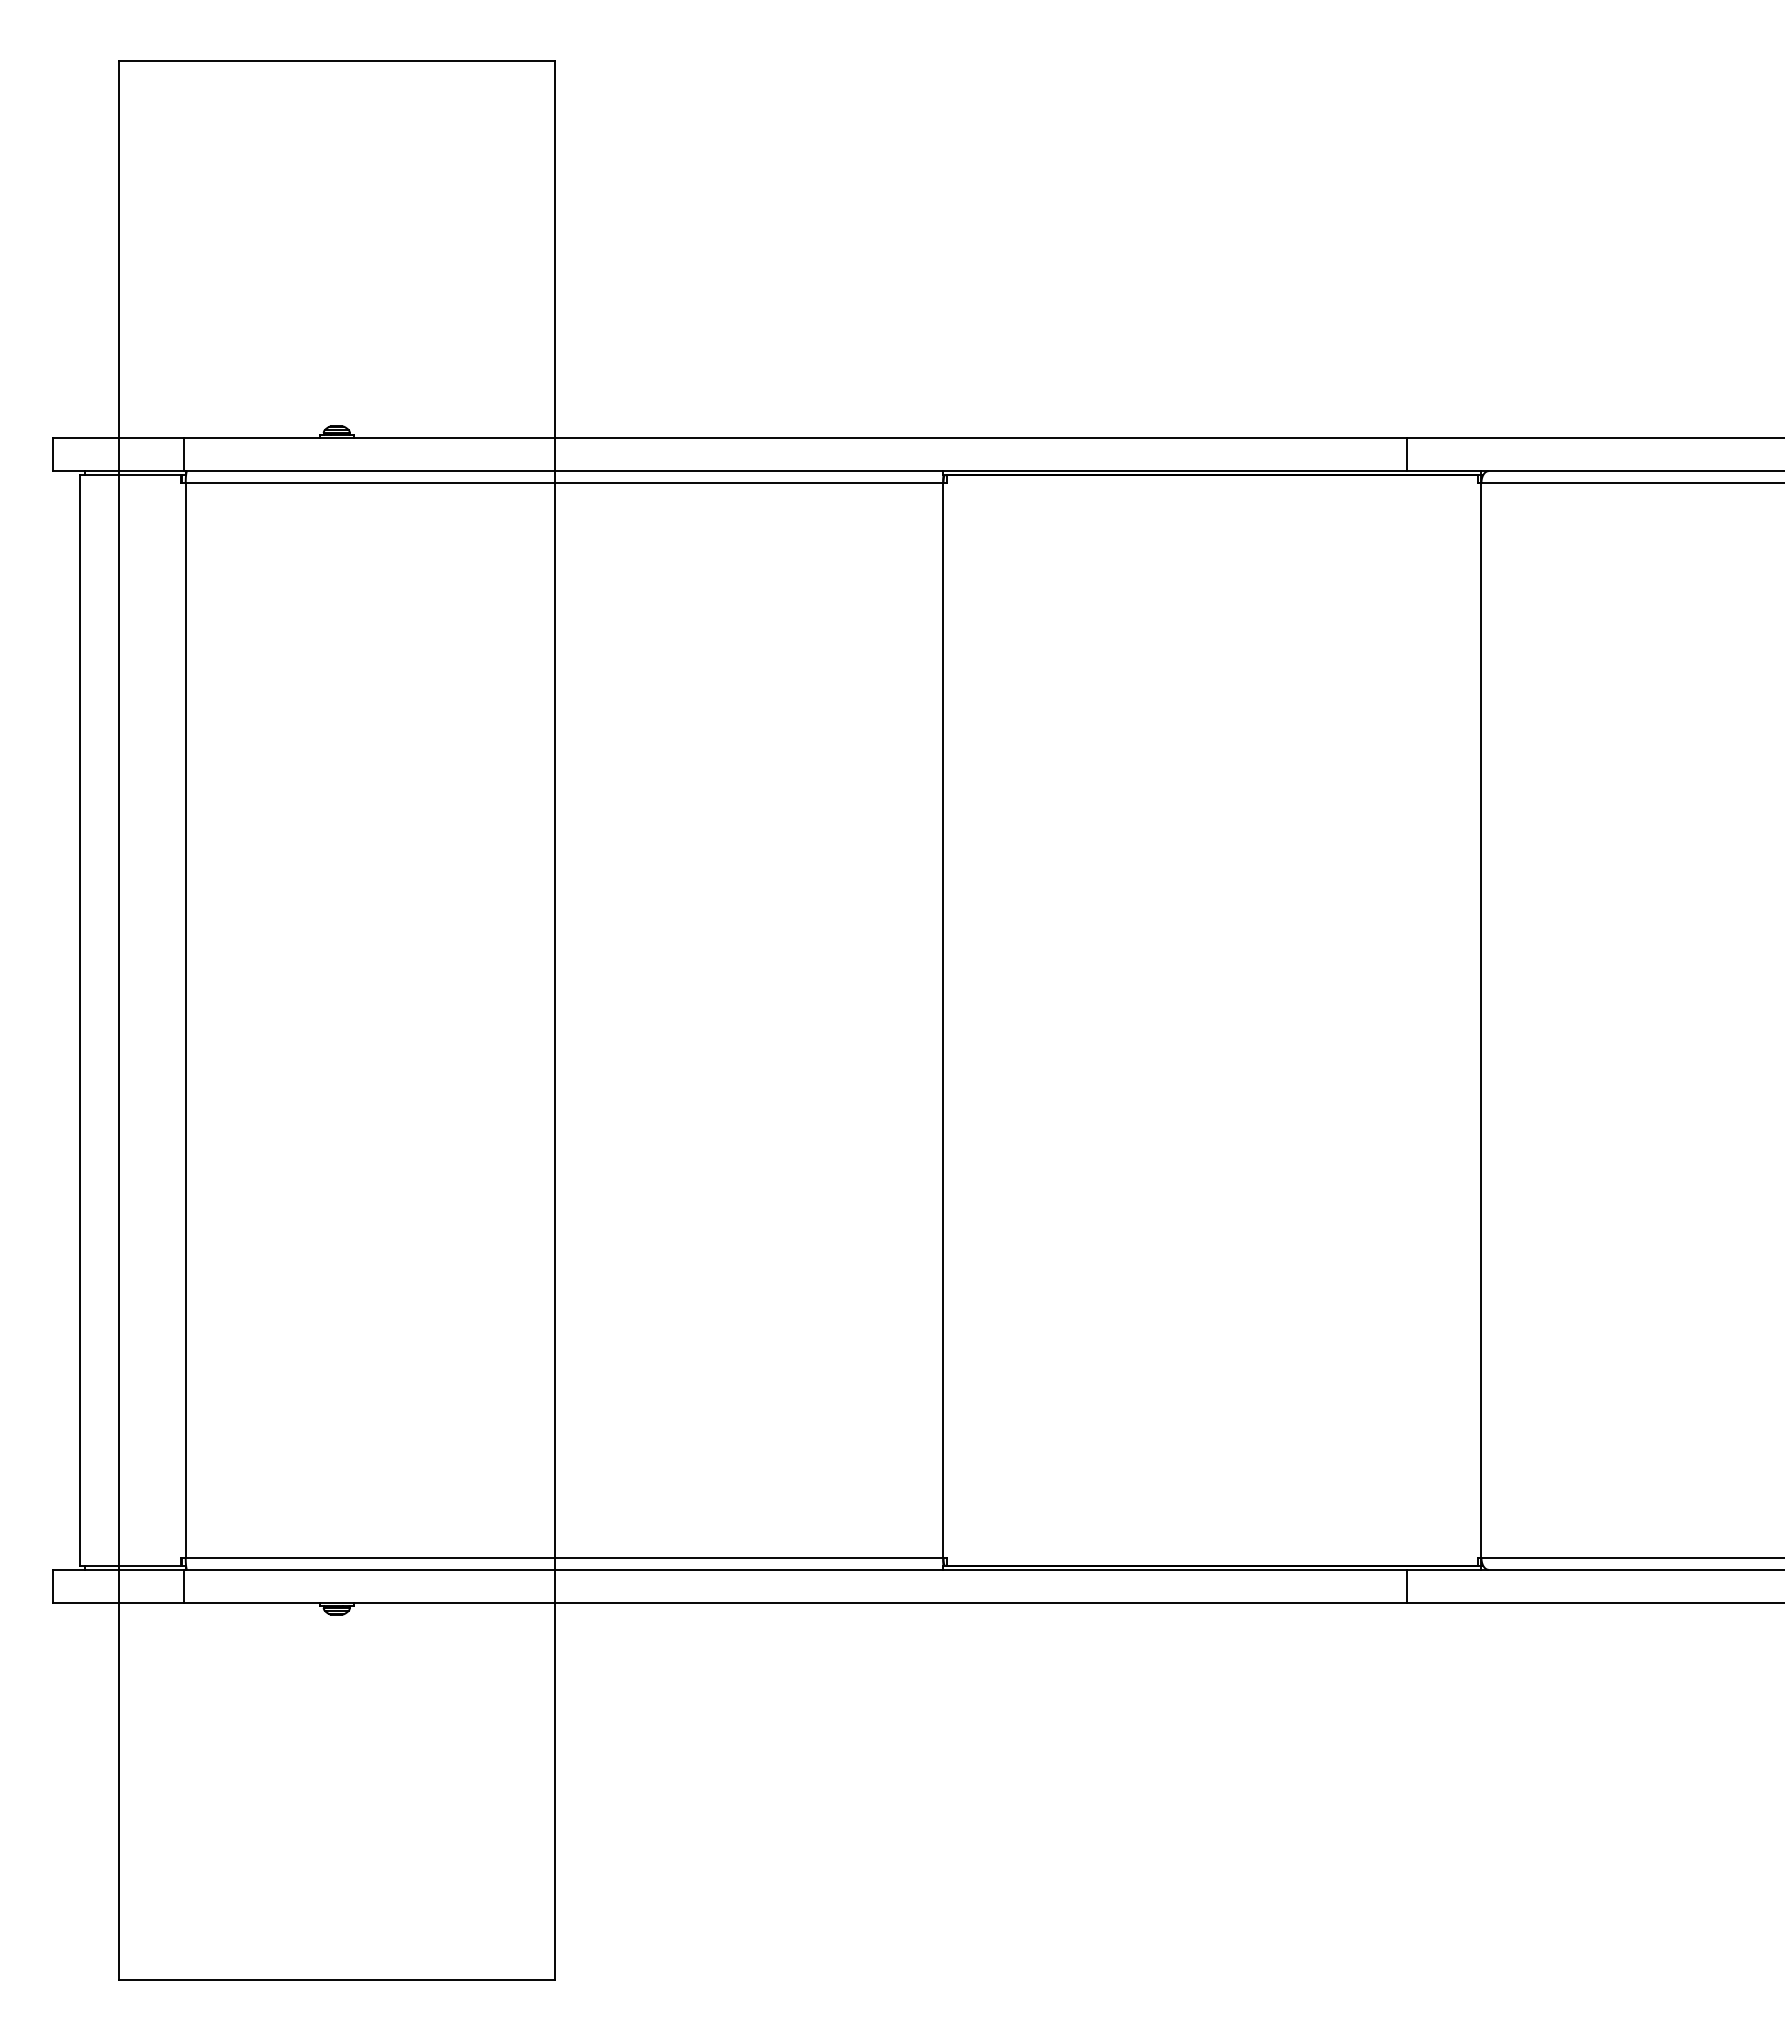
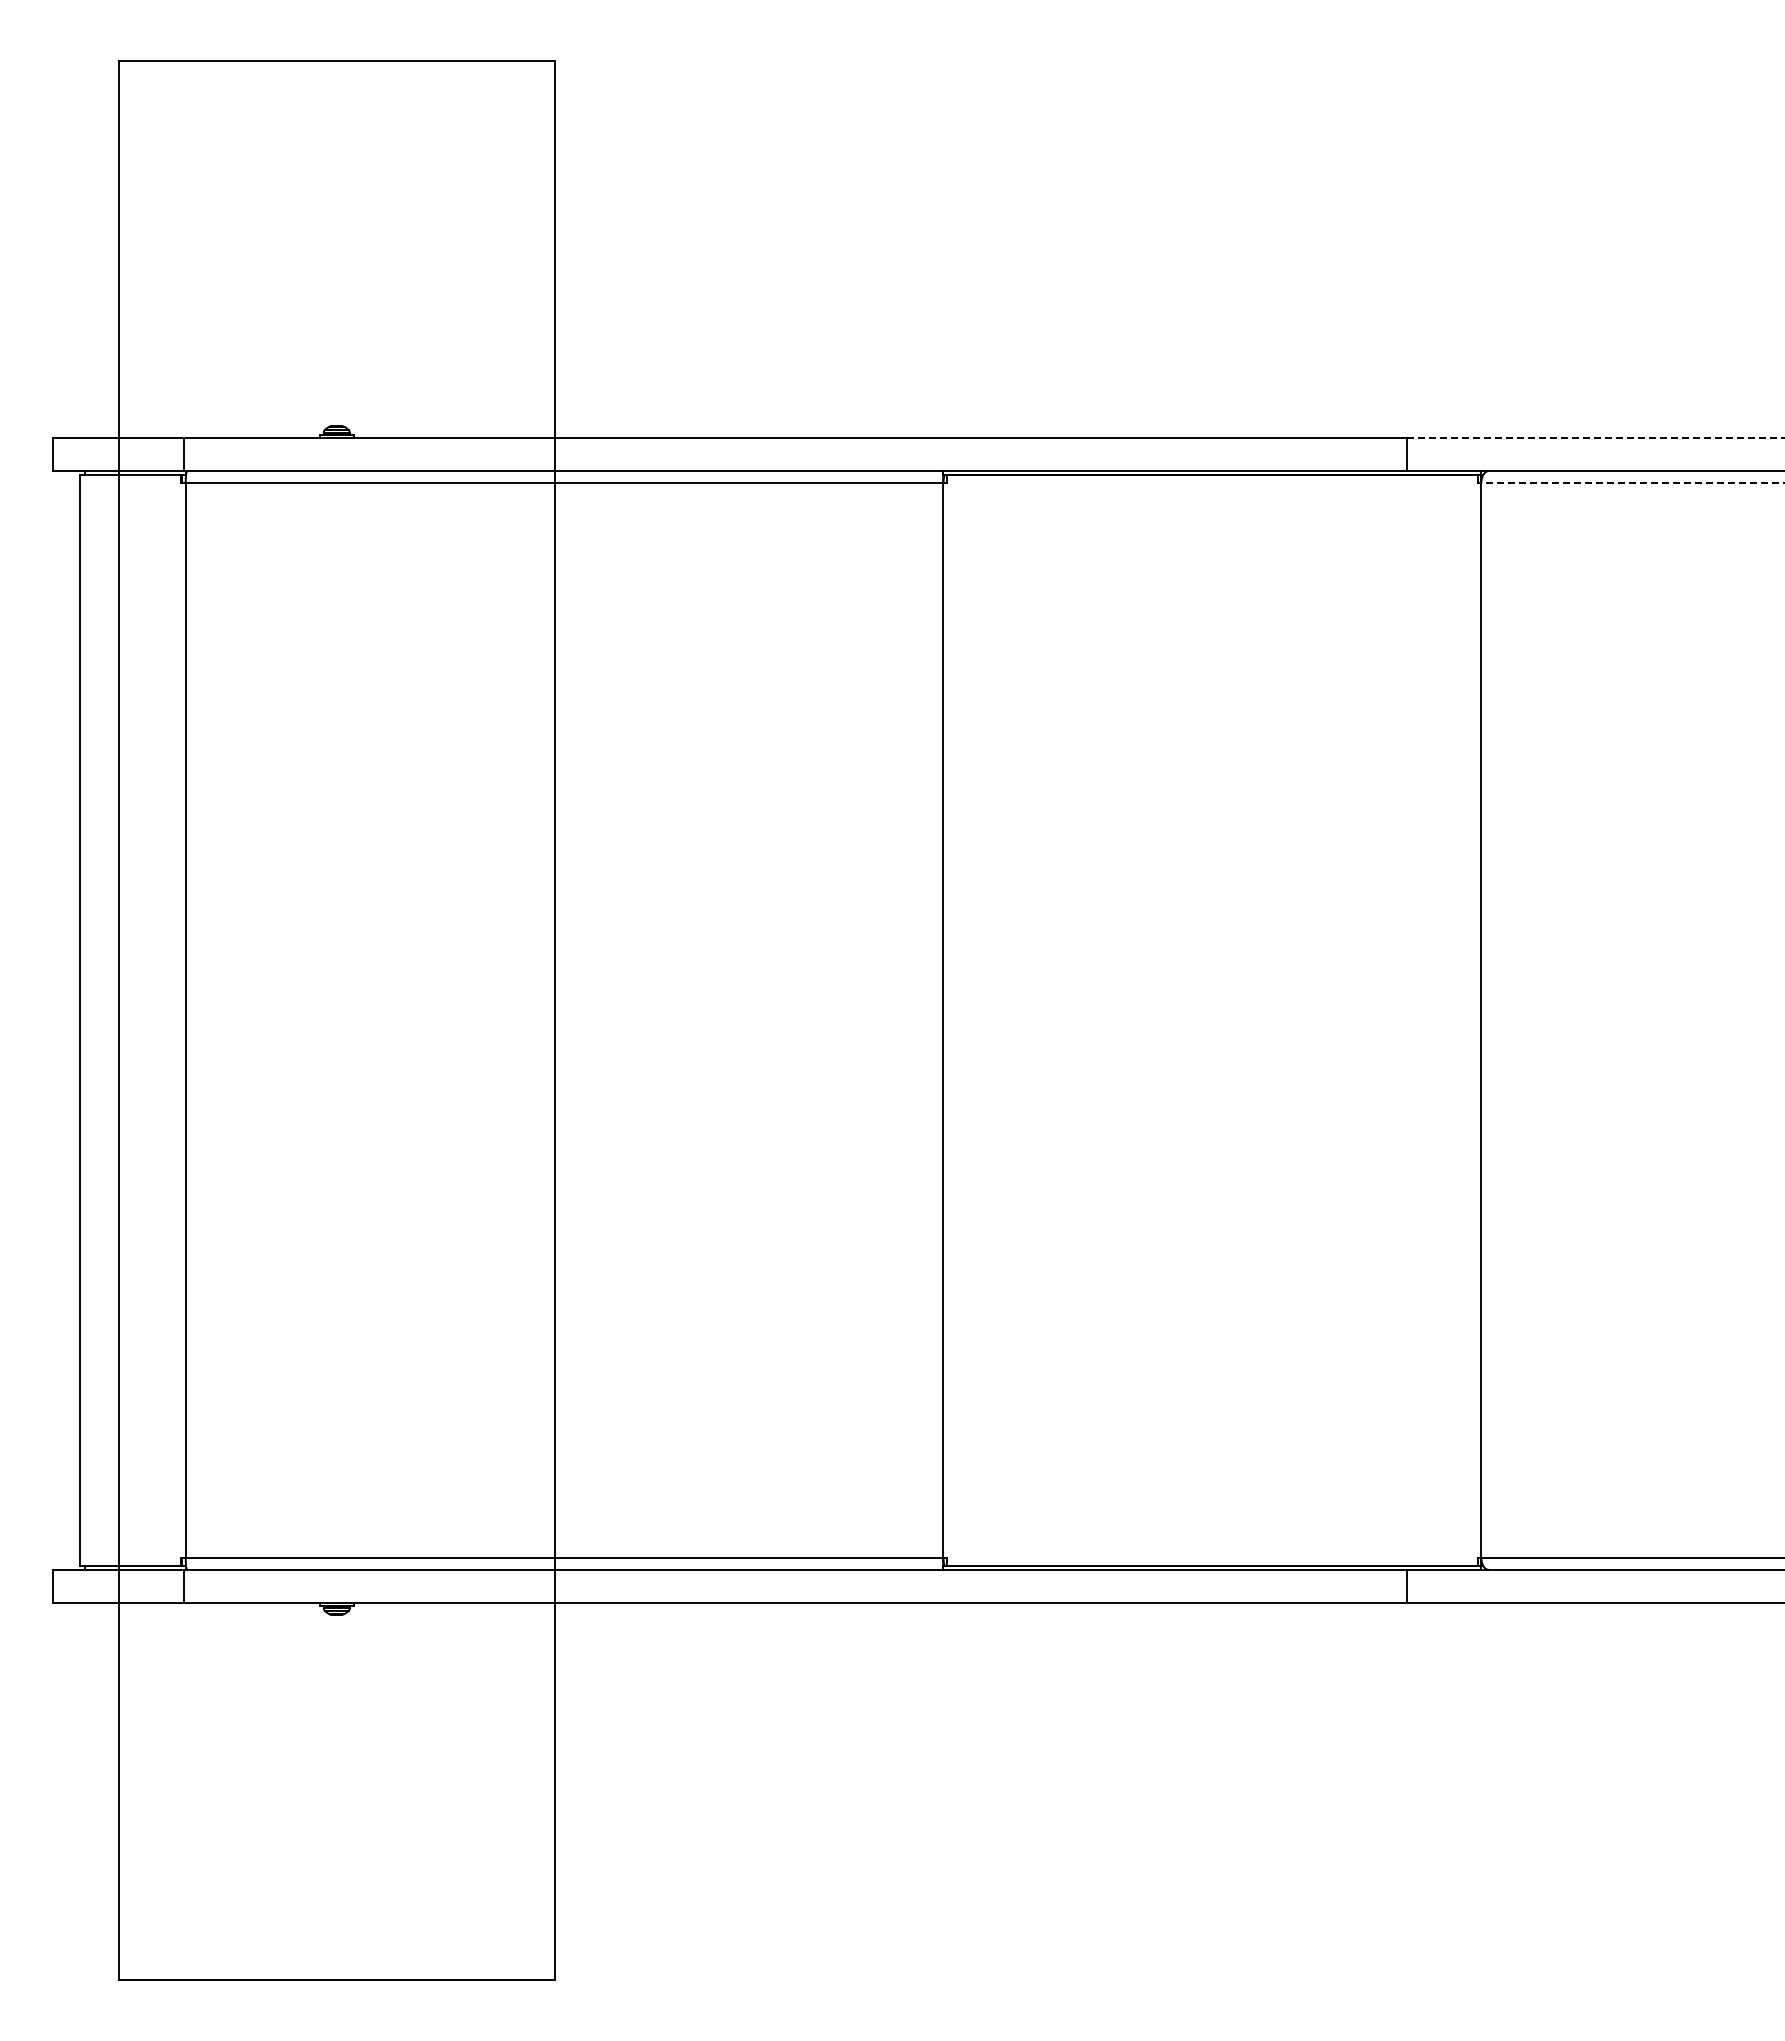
line at (1595, 438): solid -> dashed
line at (1632, 483): solid -> dashed
